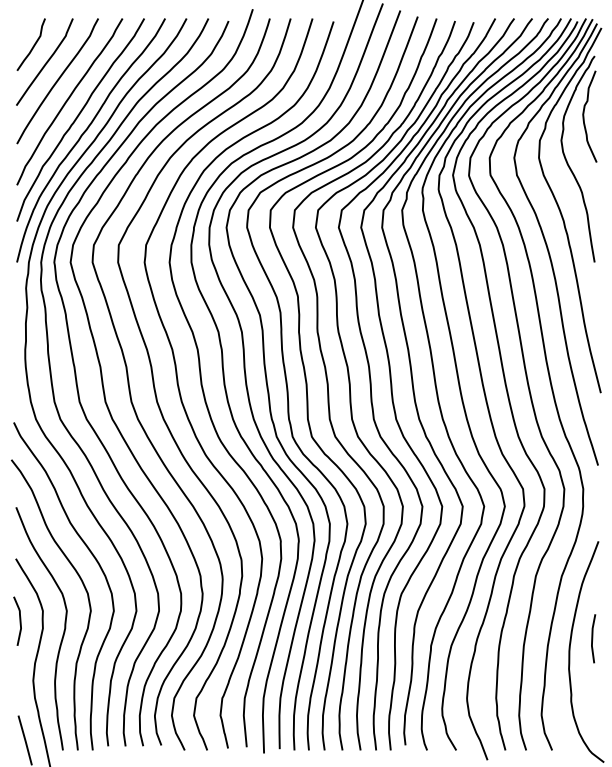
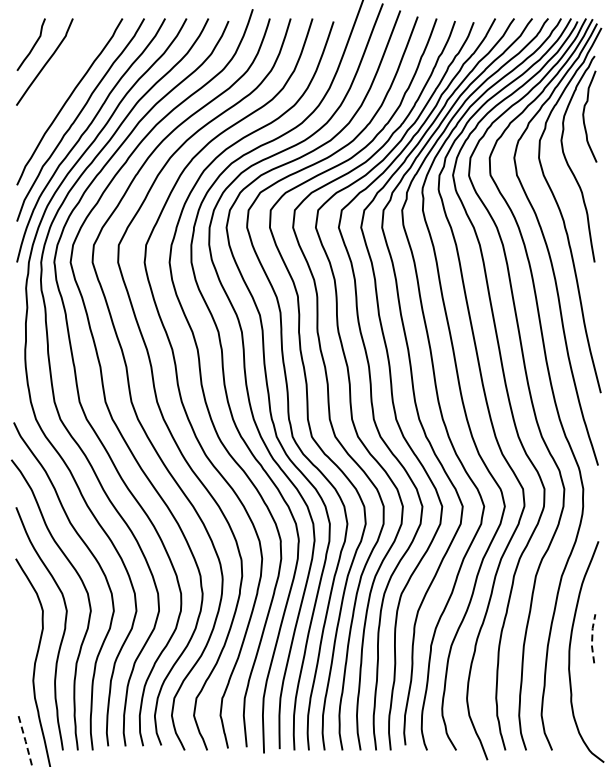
curve at (57, 81): present -> none
curve at (19, 620): present -> none
line at (592, 638): solid -> dashed
line at (25, 740): solid -> dashed
